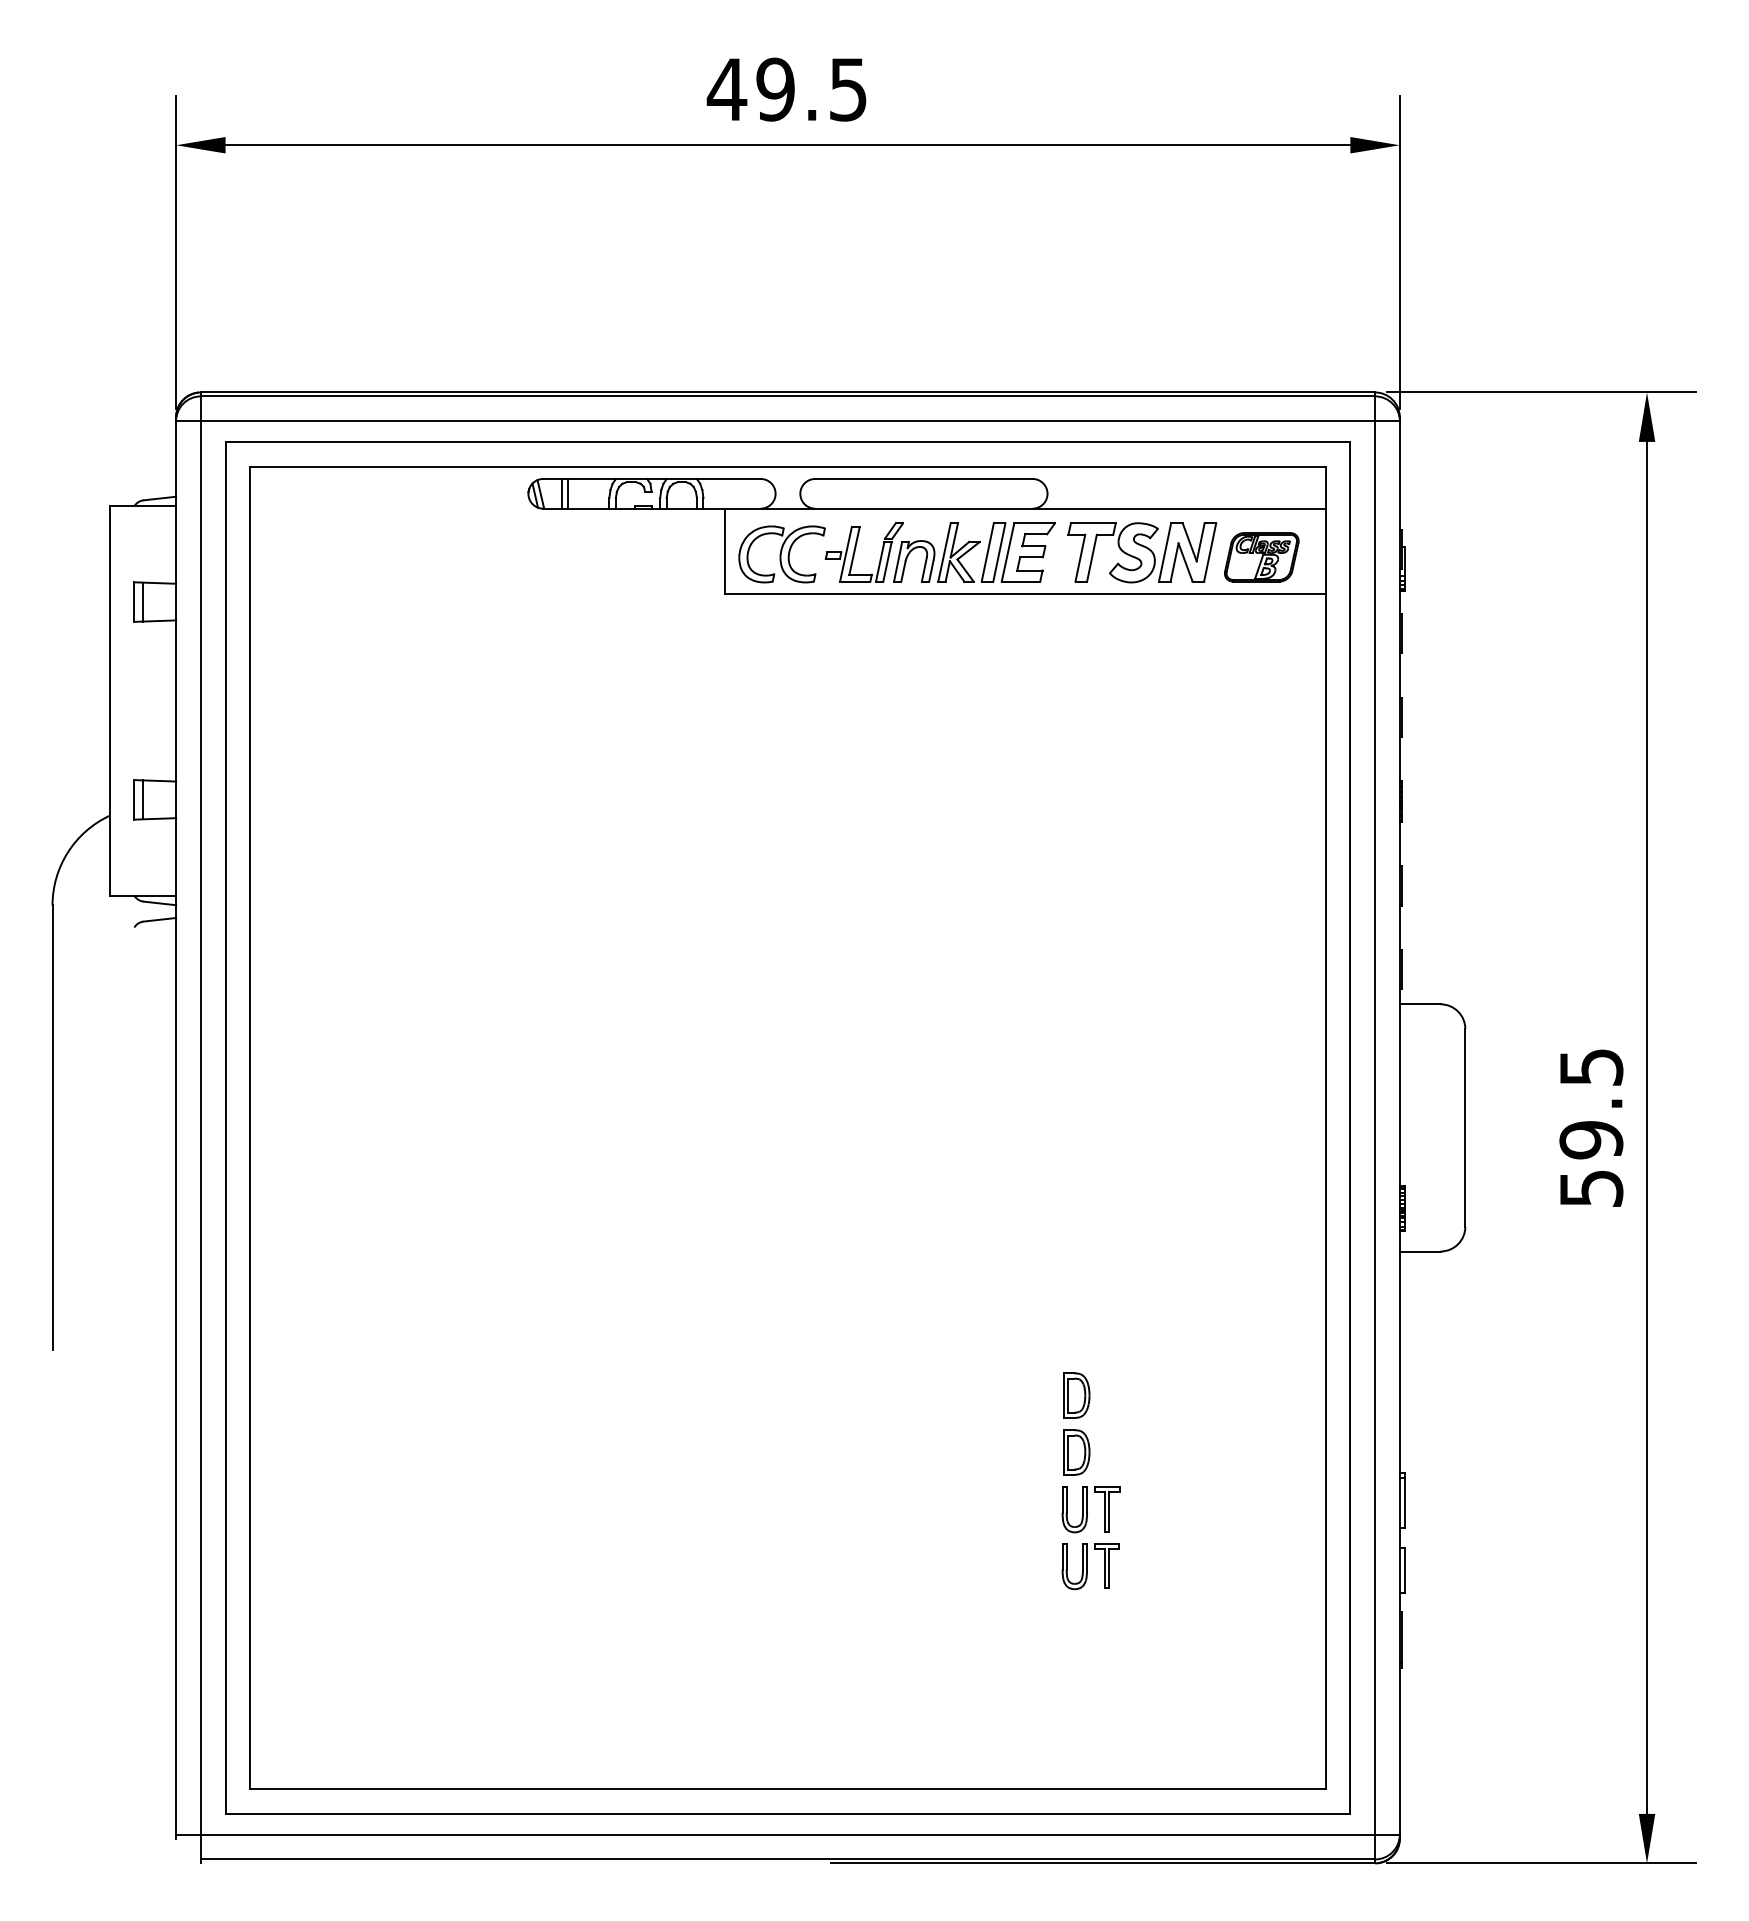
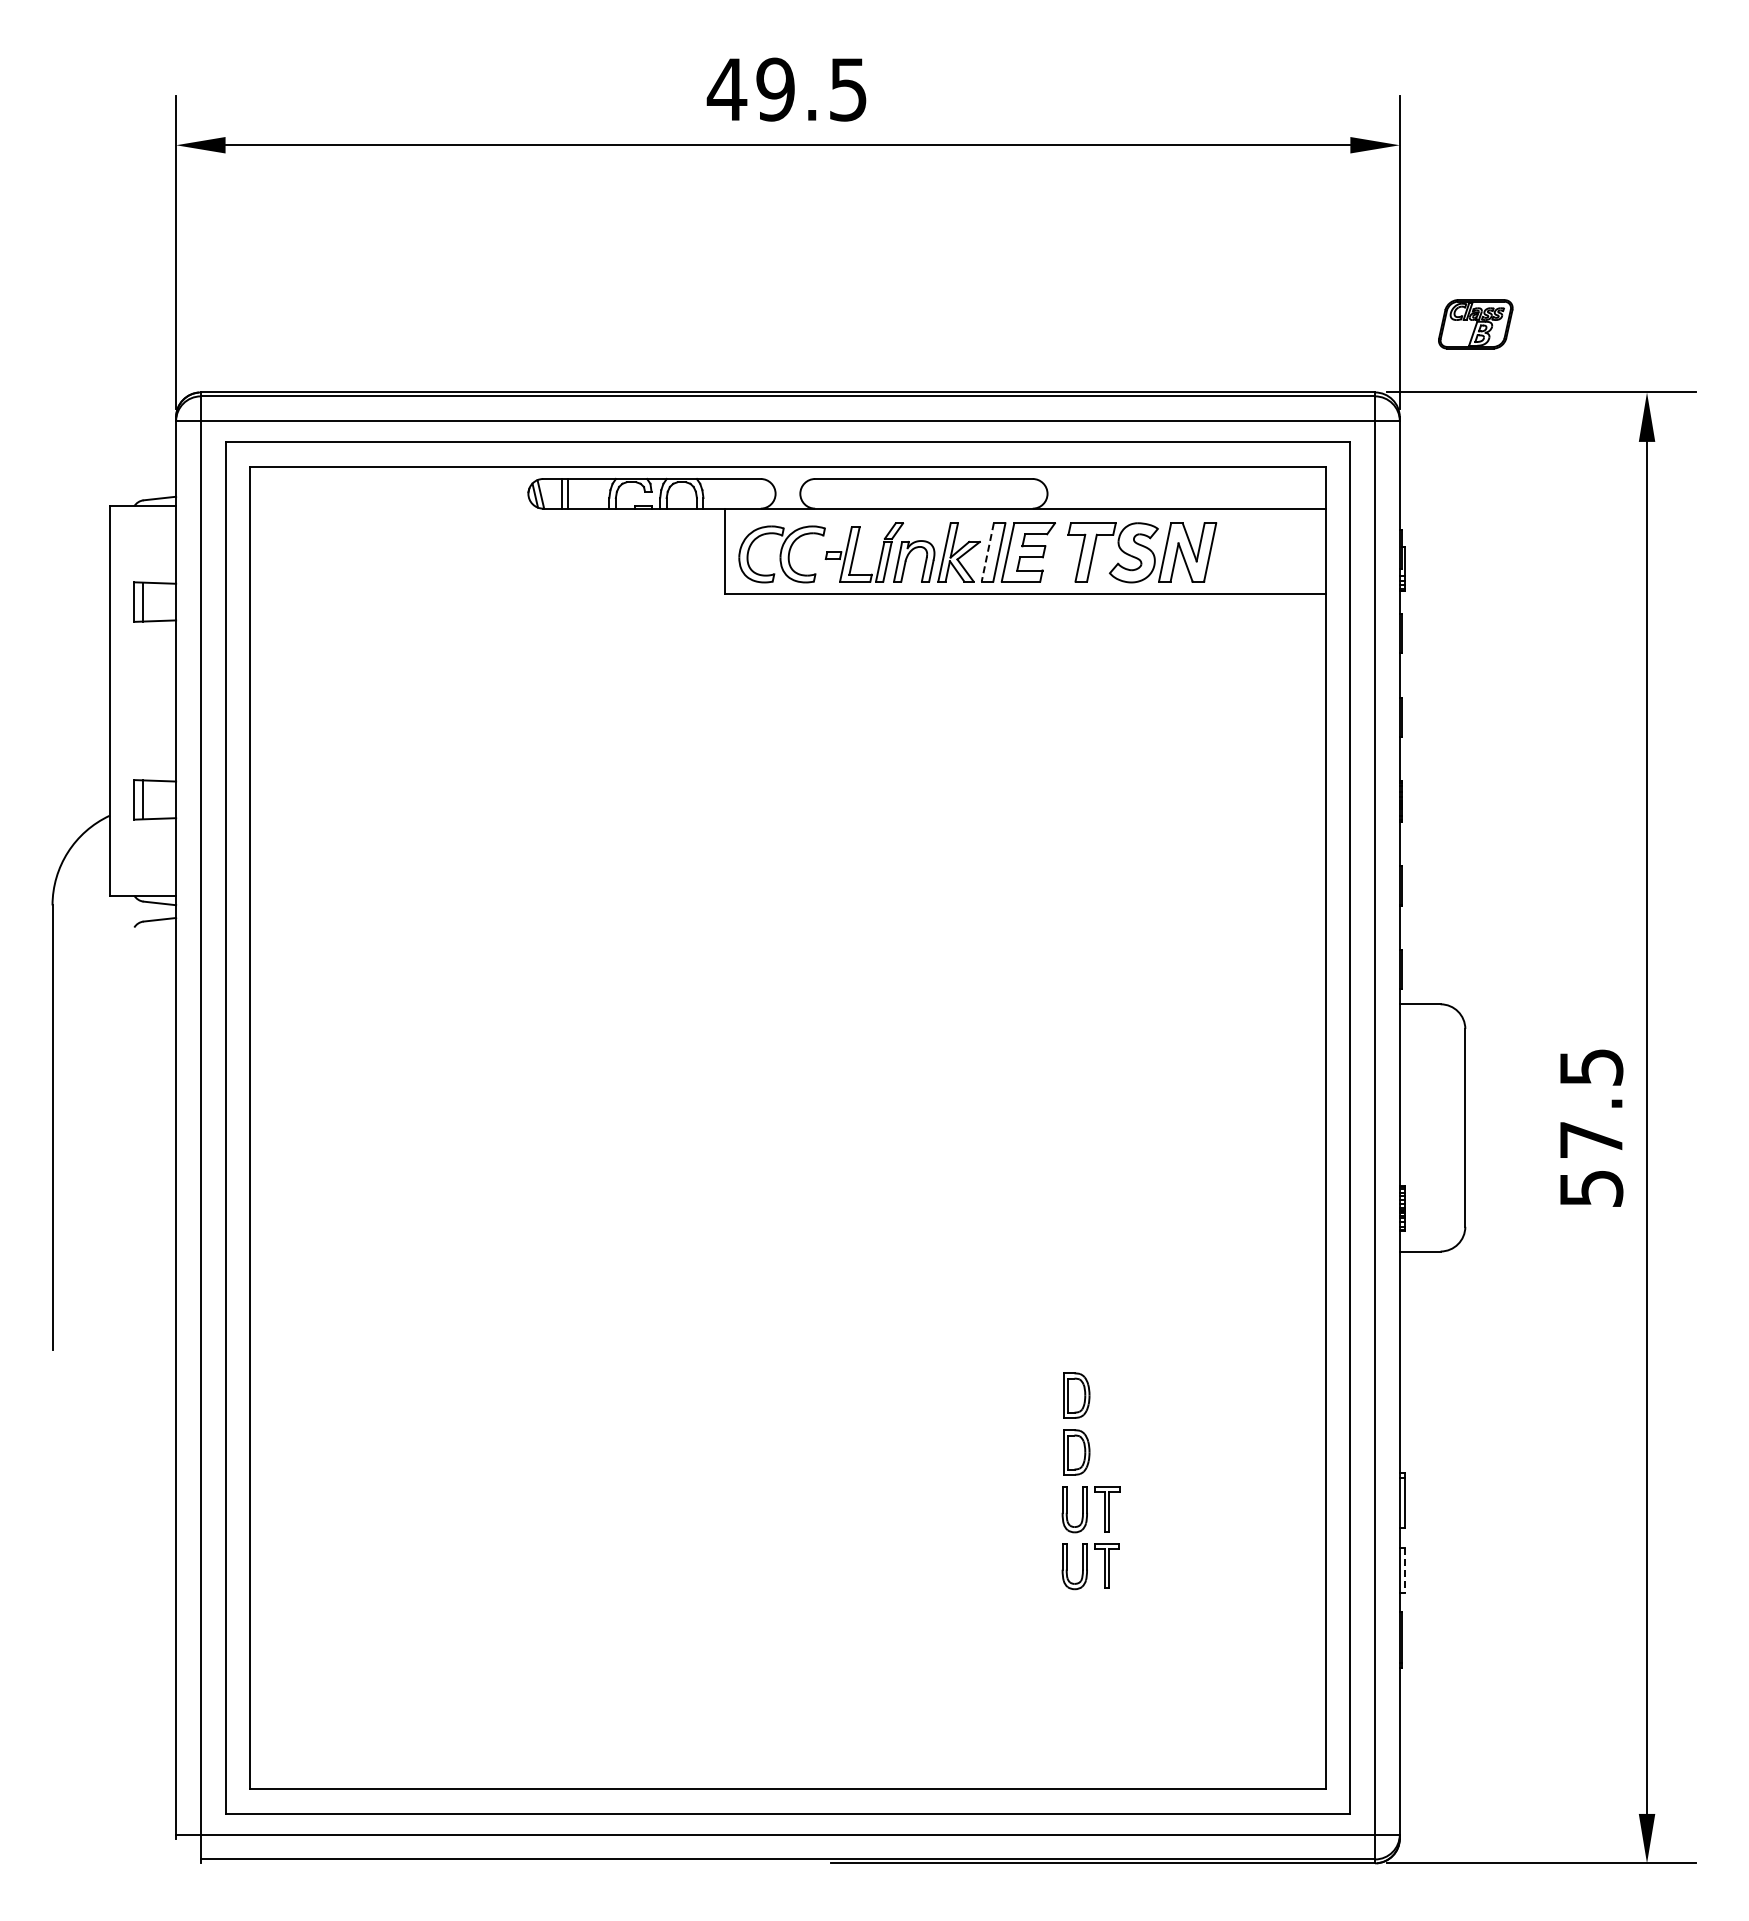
line at (987, 552): solid -> dashed
part at (1261, 557) position: (1261, 557) -> (1475, 324)
text at (1591, 1140): 59.5 -> 57.5
line at (1404, 1570): solid -> dashed
